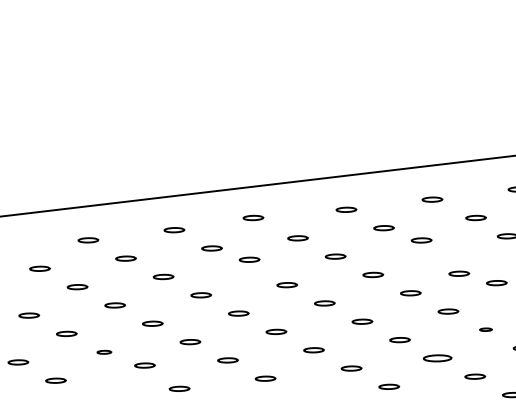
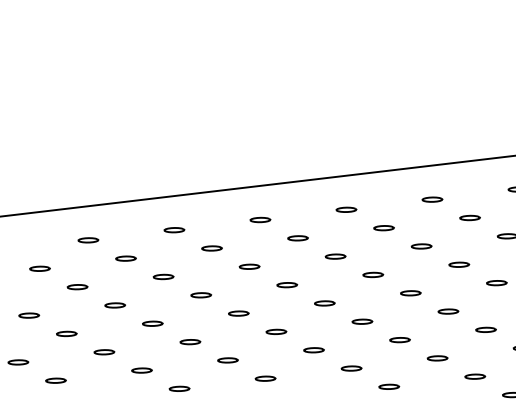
part at (253, 217) position: (253, 217) -> (260, 219)
part at (475, 217) position: (475, 217) -> (469, 217)
part at (421, 240) position: (421, 240) -> (421, 246)
part at (249, 259) position: (249, 259) -> (249, 266)
part at (459, 273) position: (459, 273) -> (459, 264)
part at (485, 329) size: 14x5 px -> 22x7 px
part at (104, 351) size: 17x6 px -> 23x7 px
part at (437, 358) size: 30x9 px -> 23x7 px
part at (144, 365) position: (144, 365) -> (141, 370)
